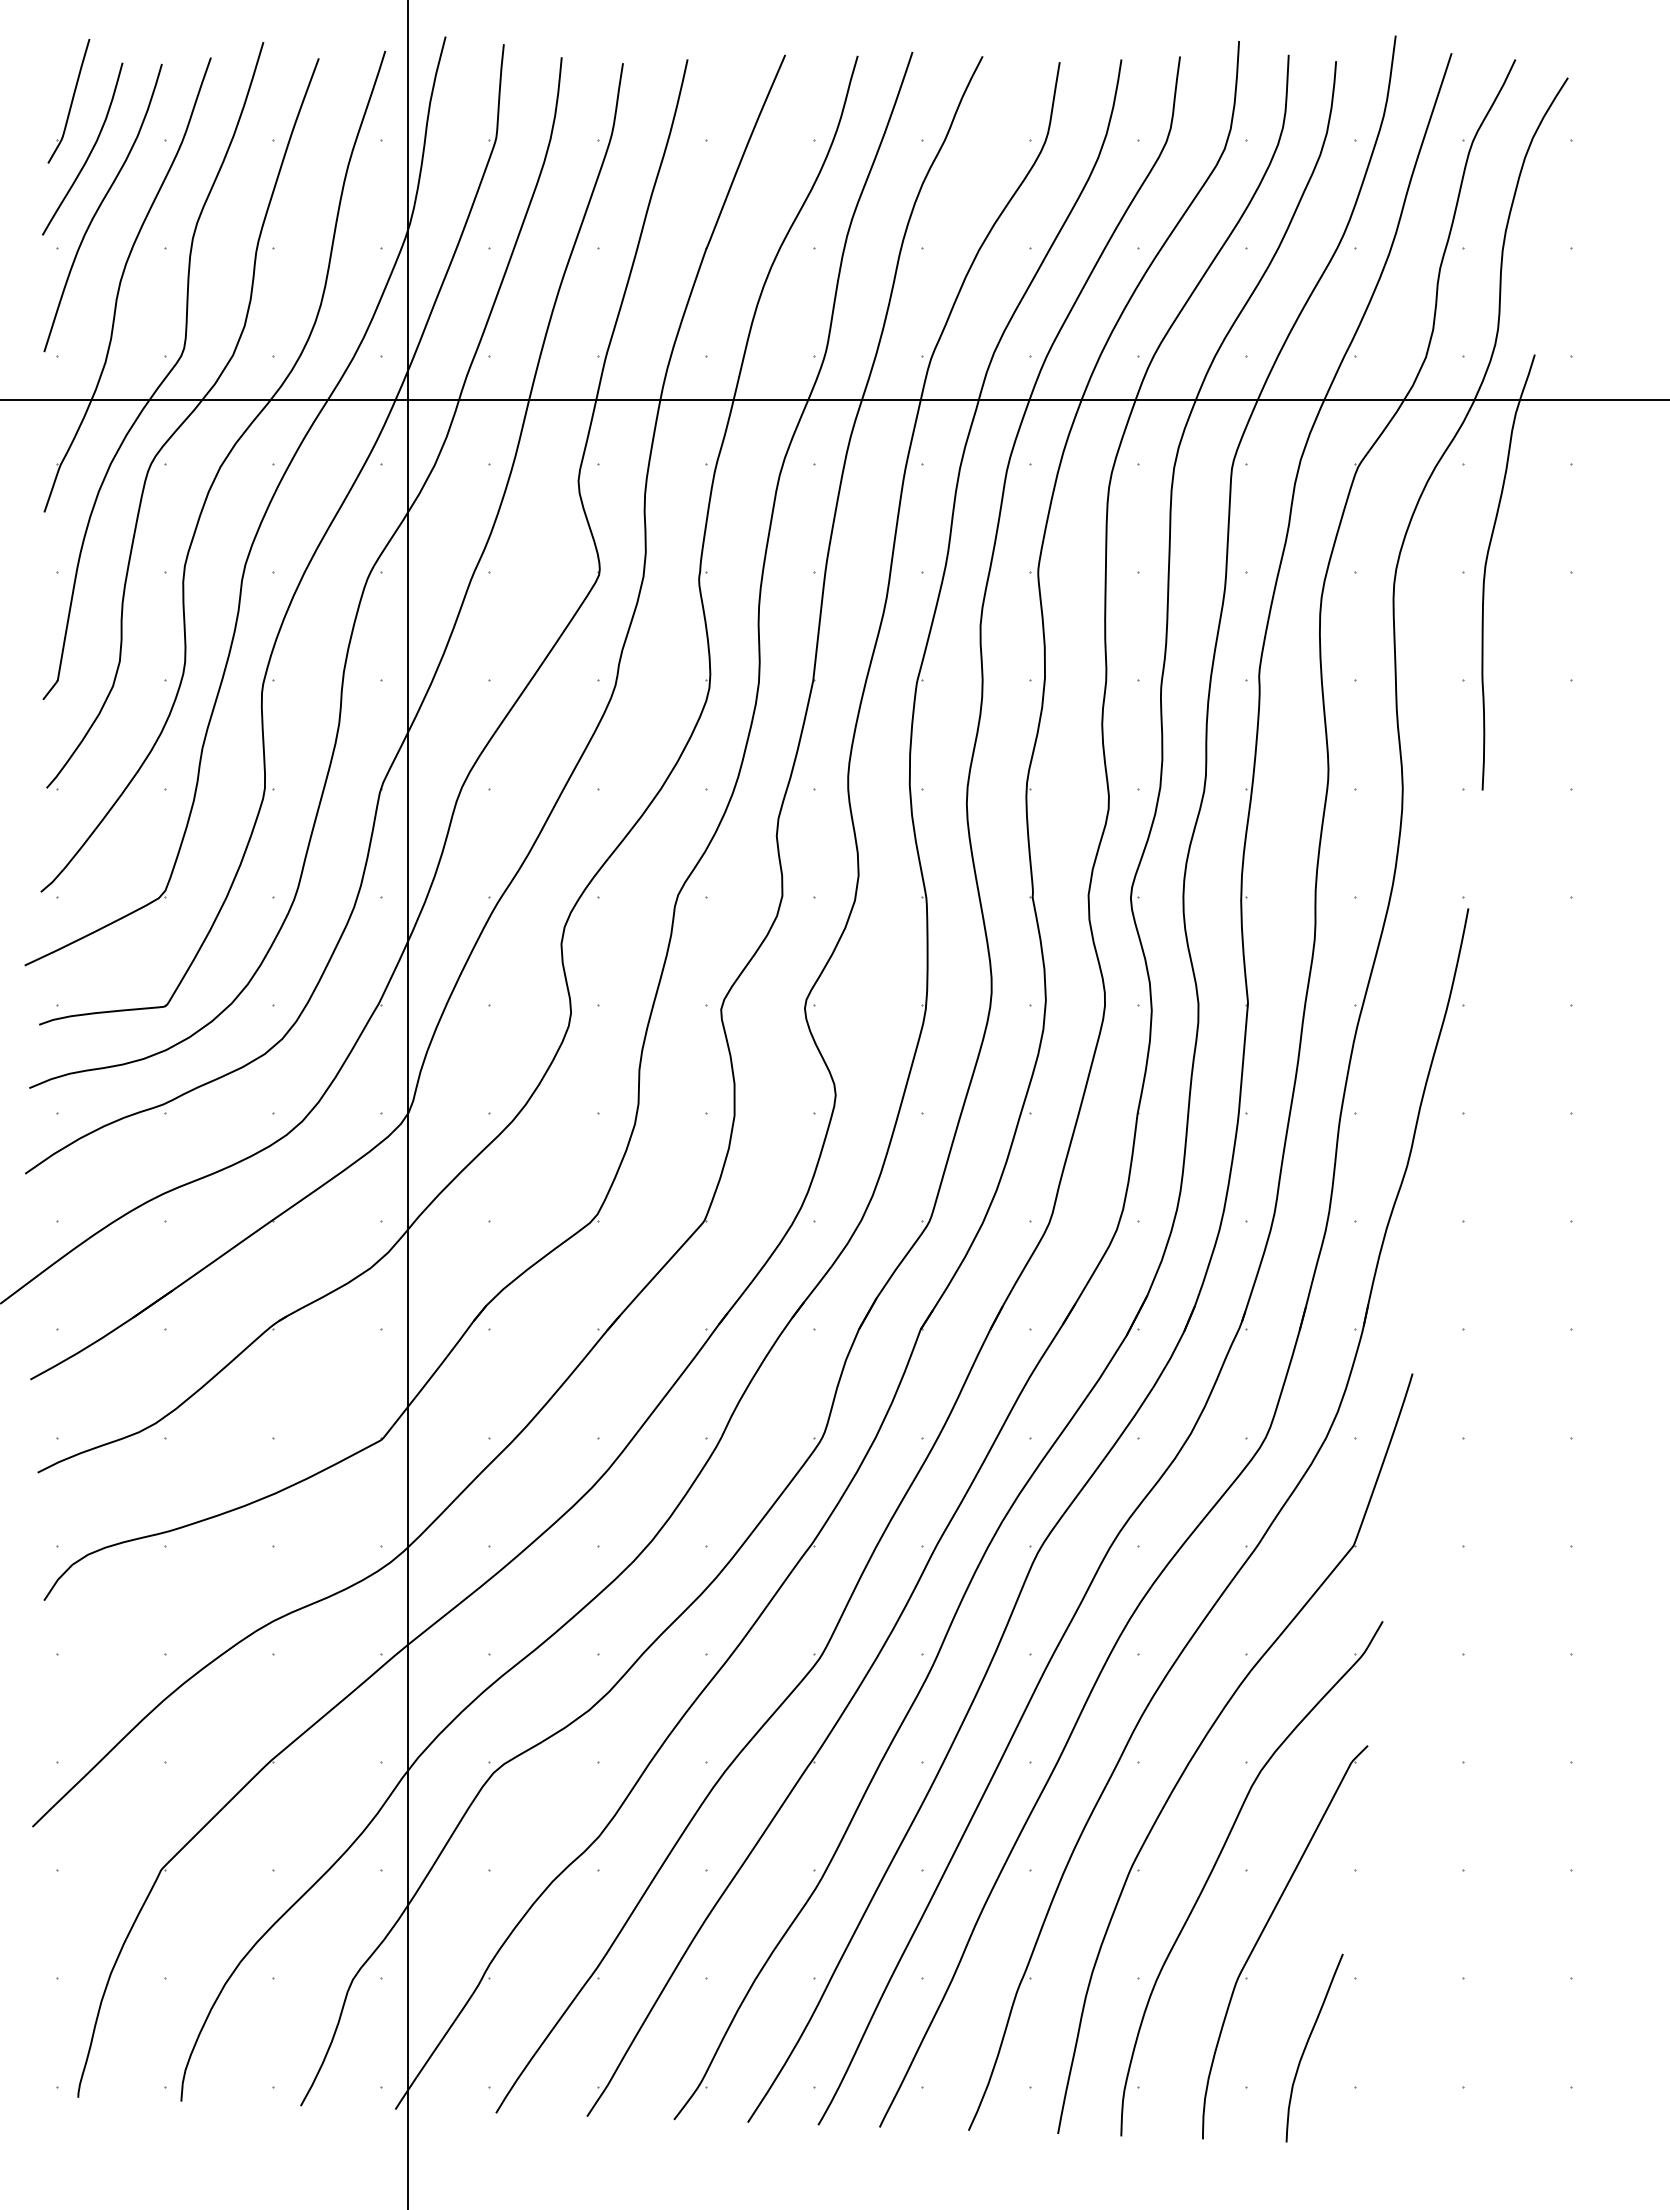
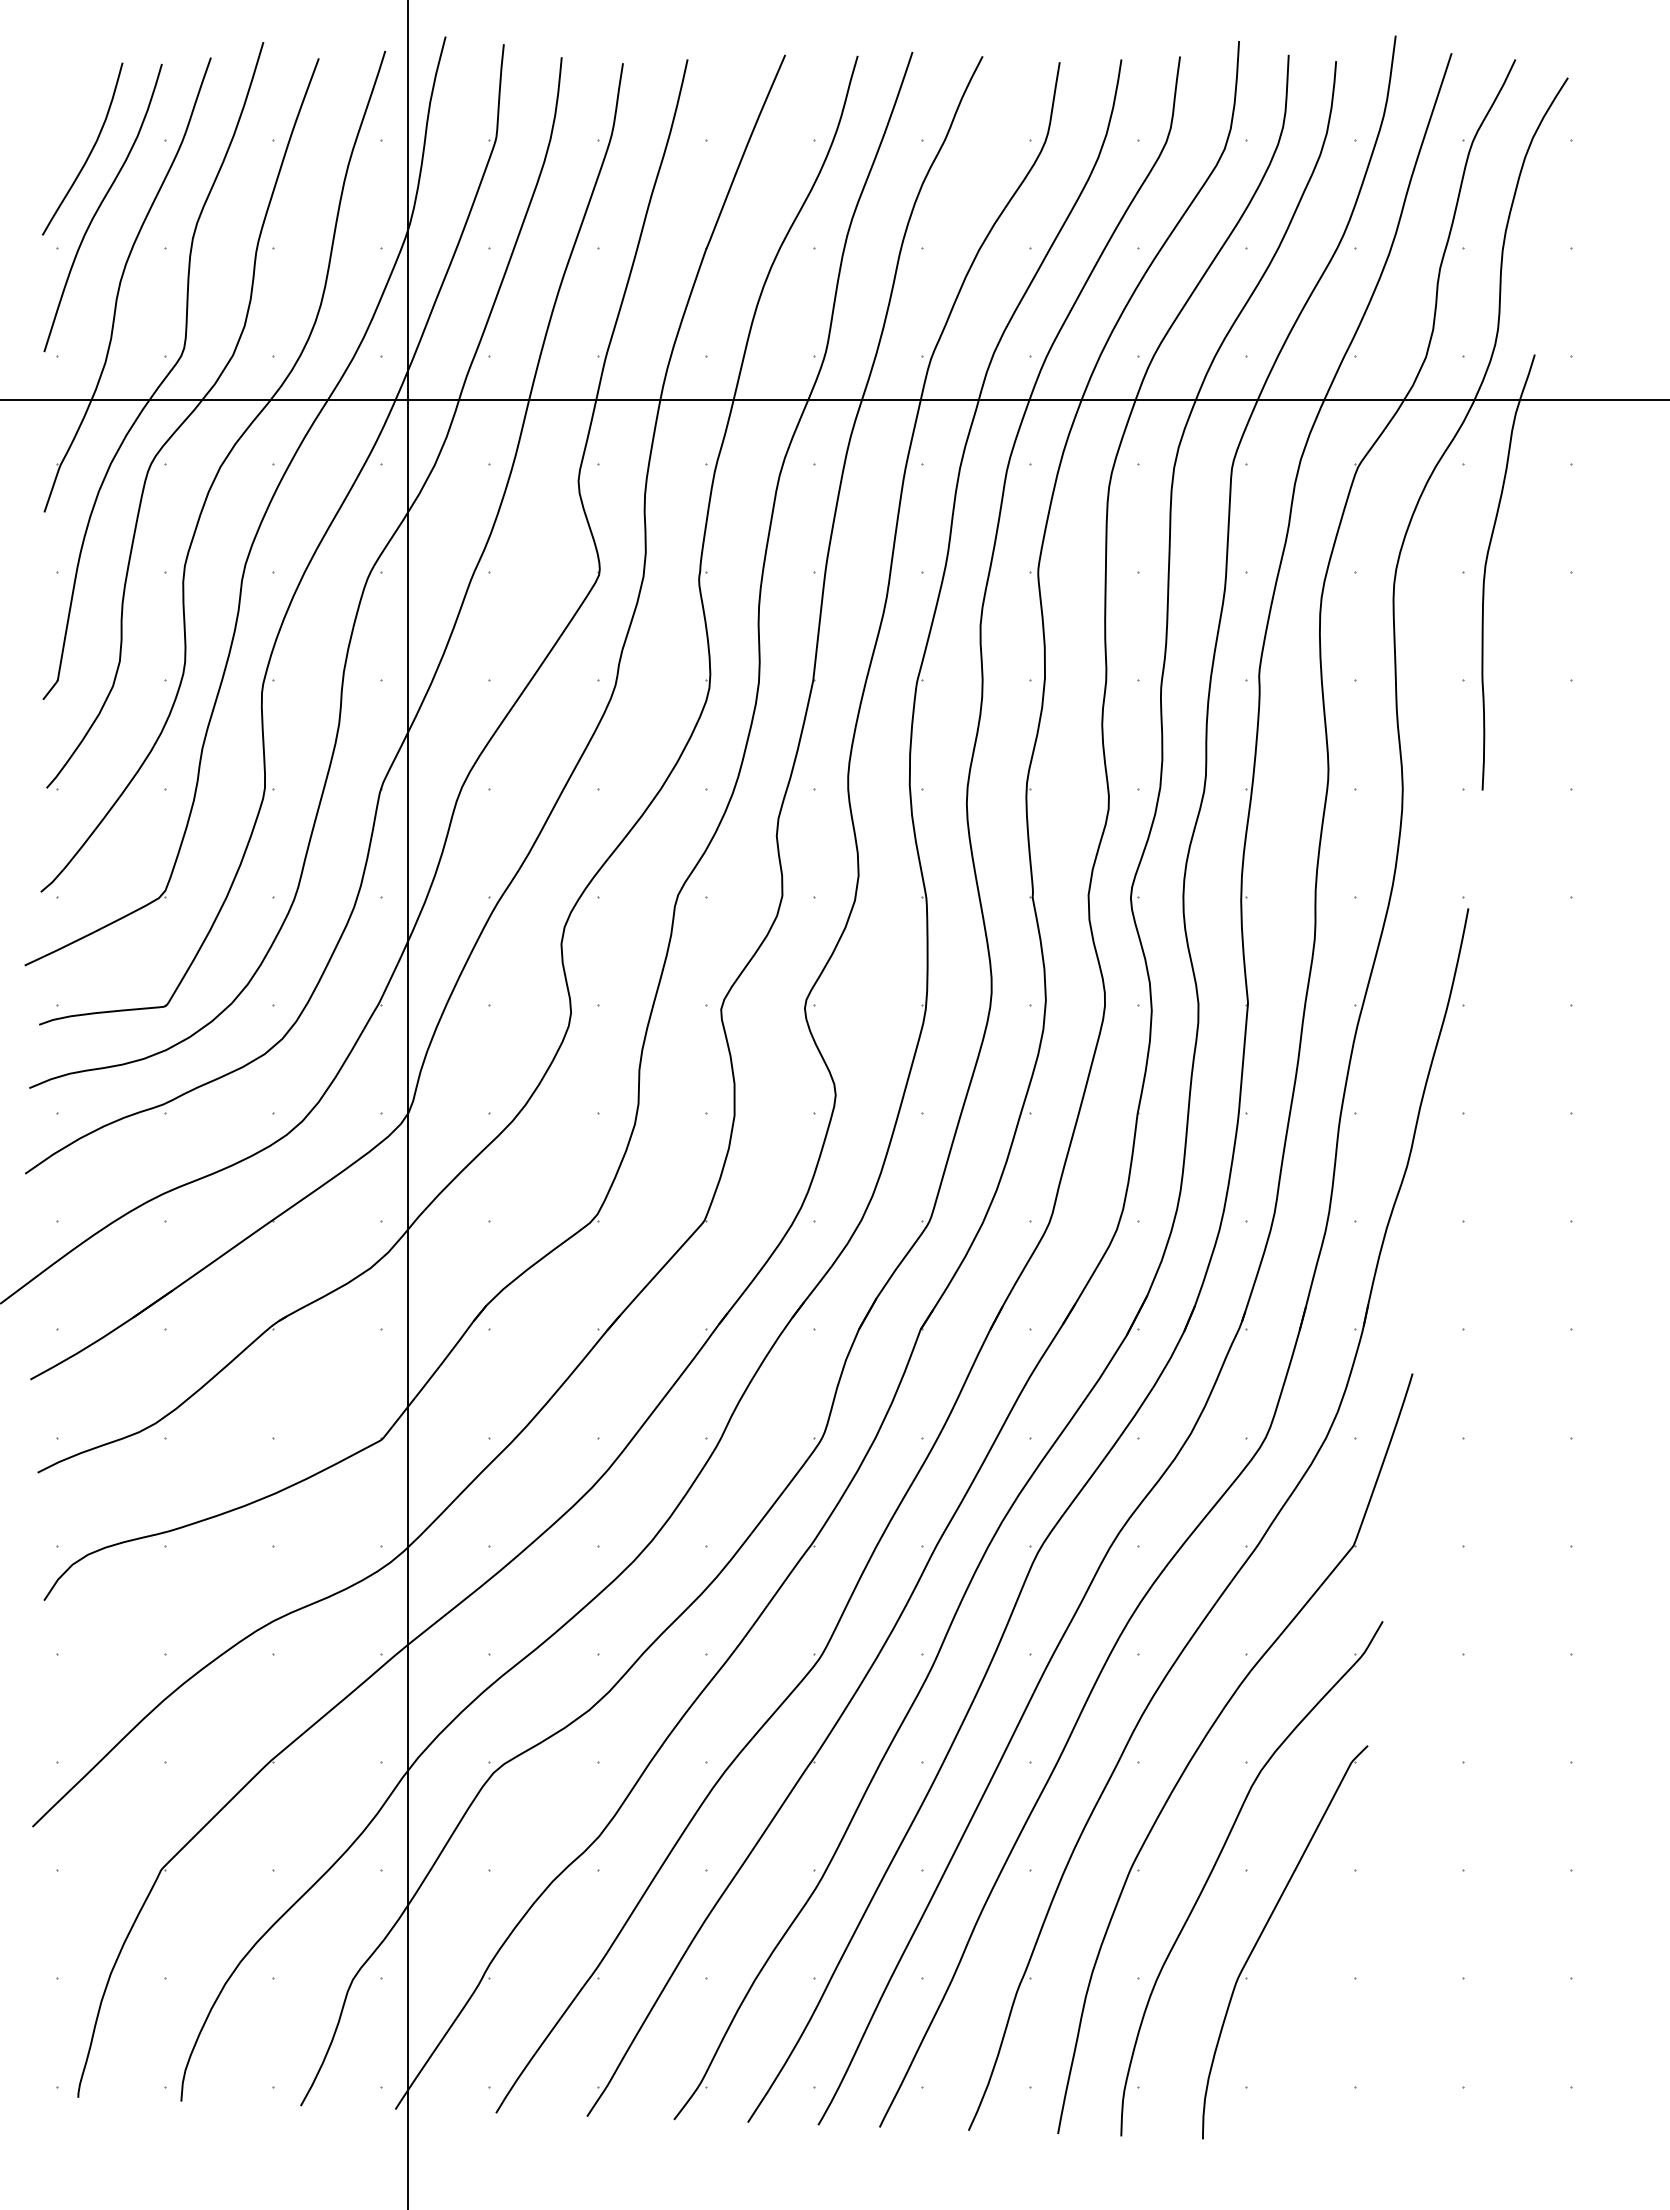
part at (68, 101): present -> none
curve at (1307, 2045): present -> none
